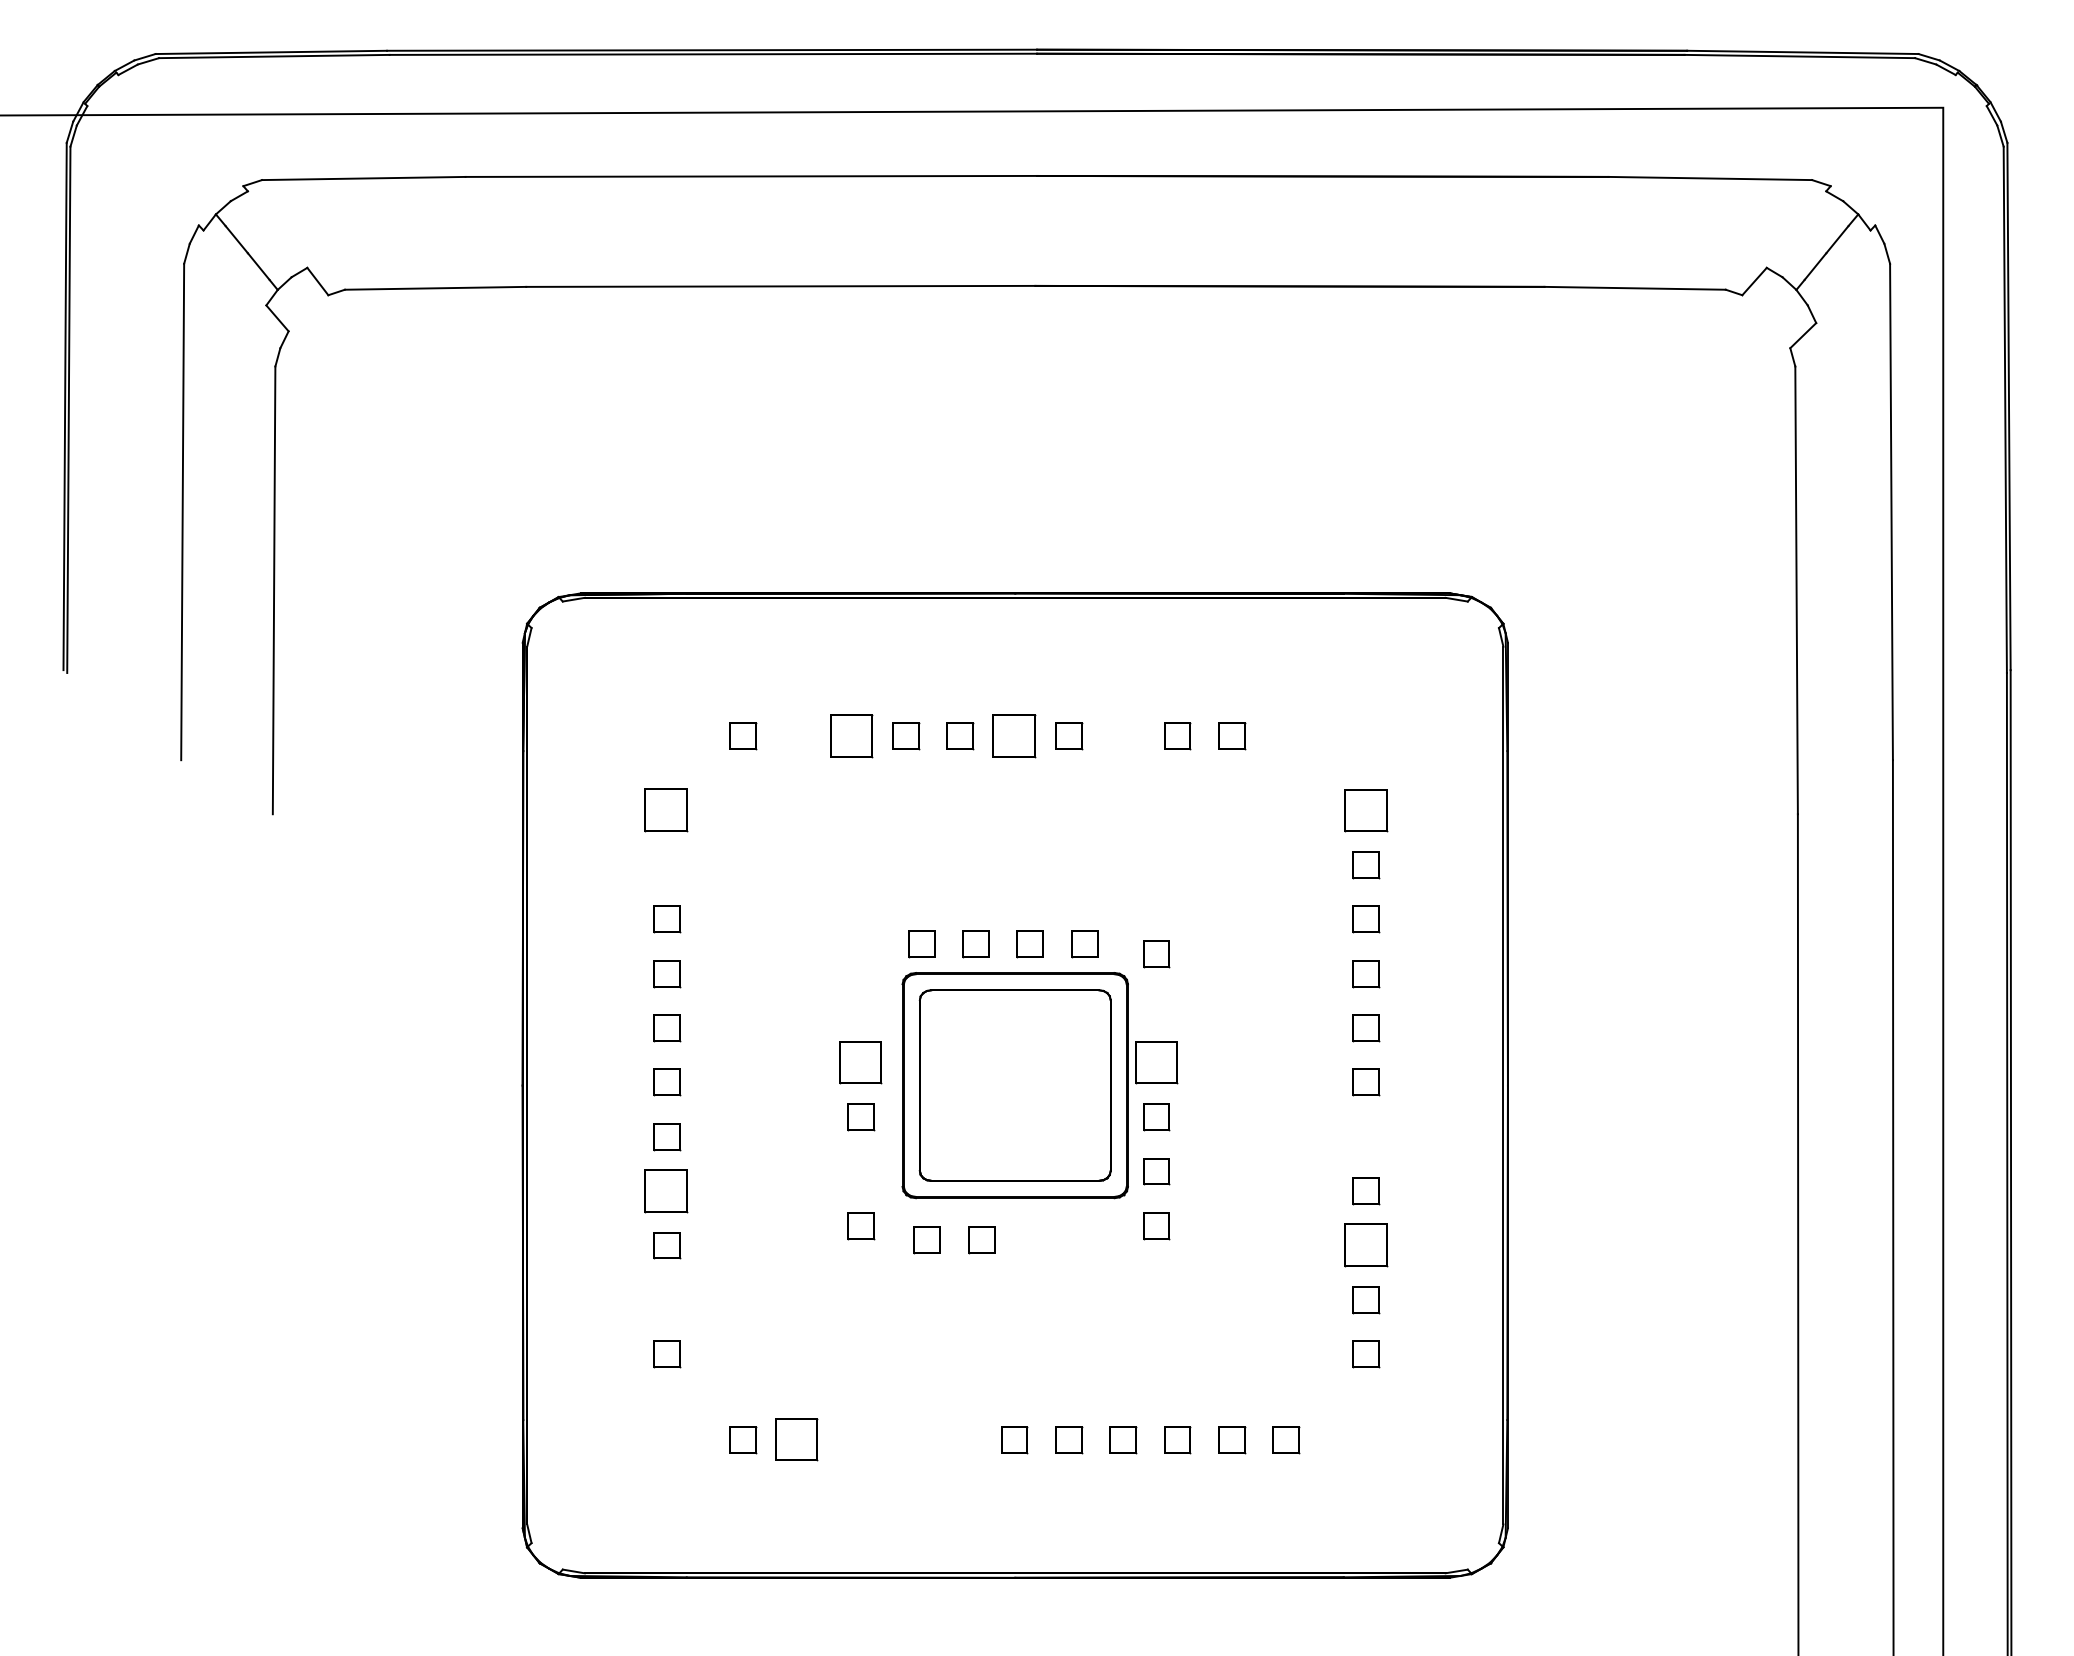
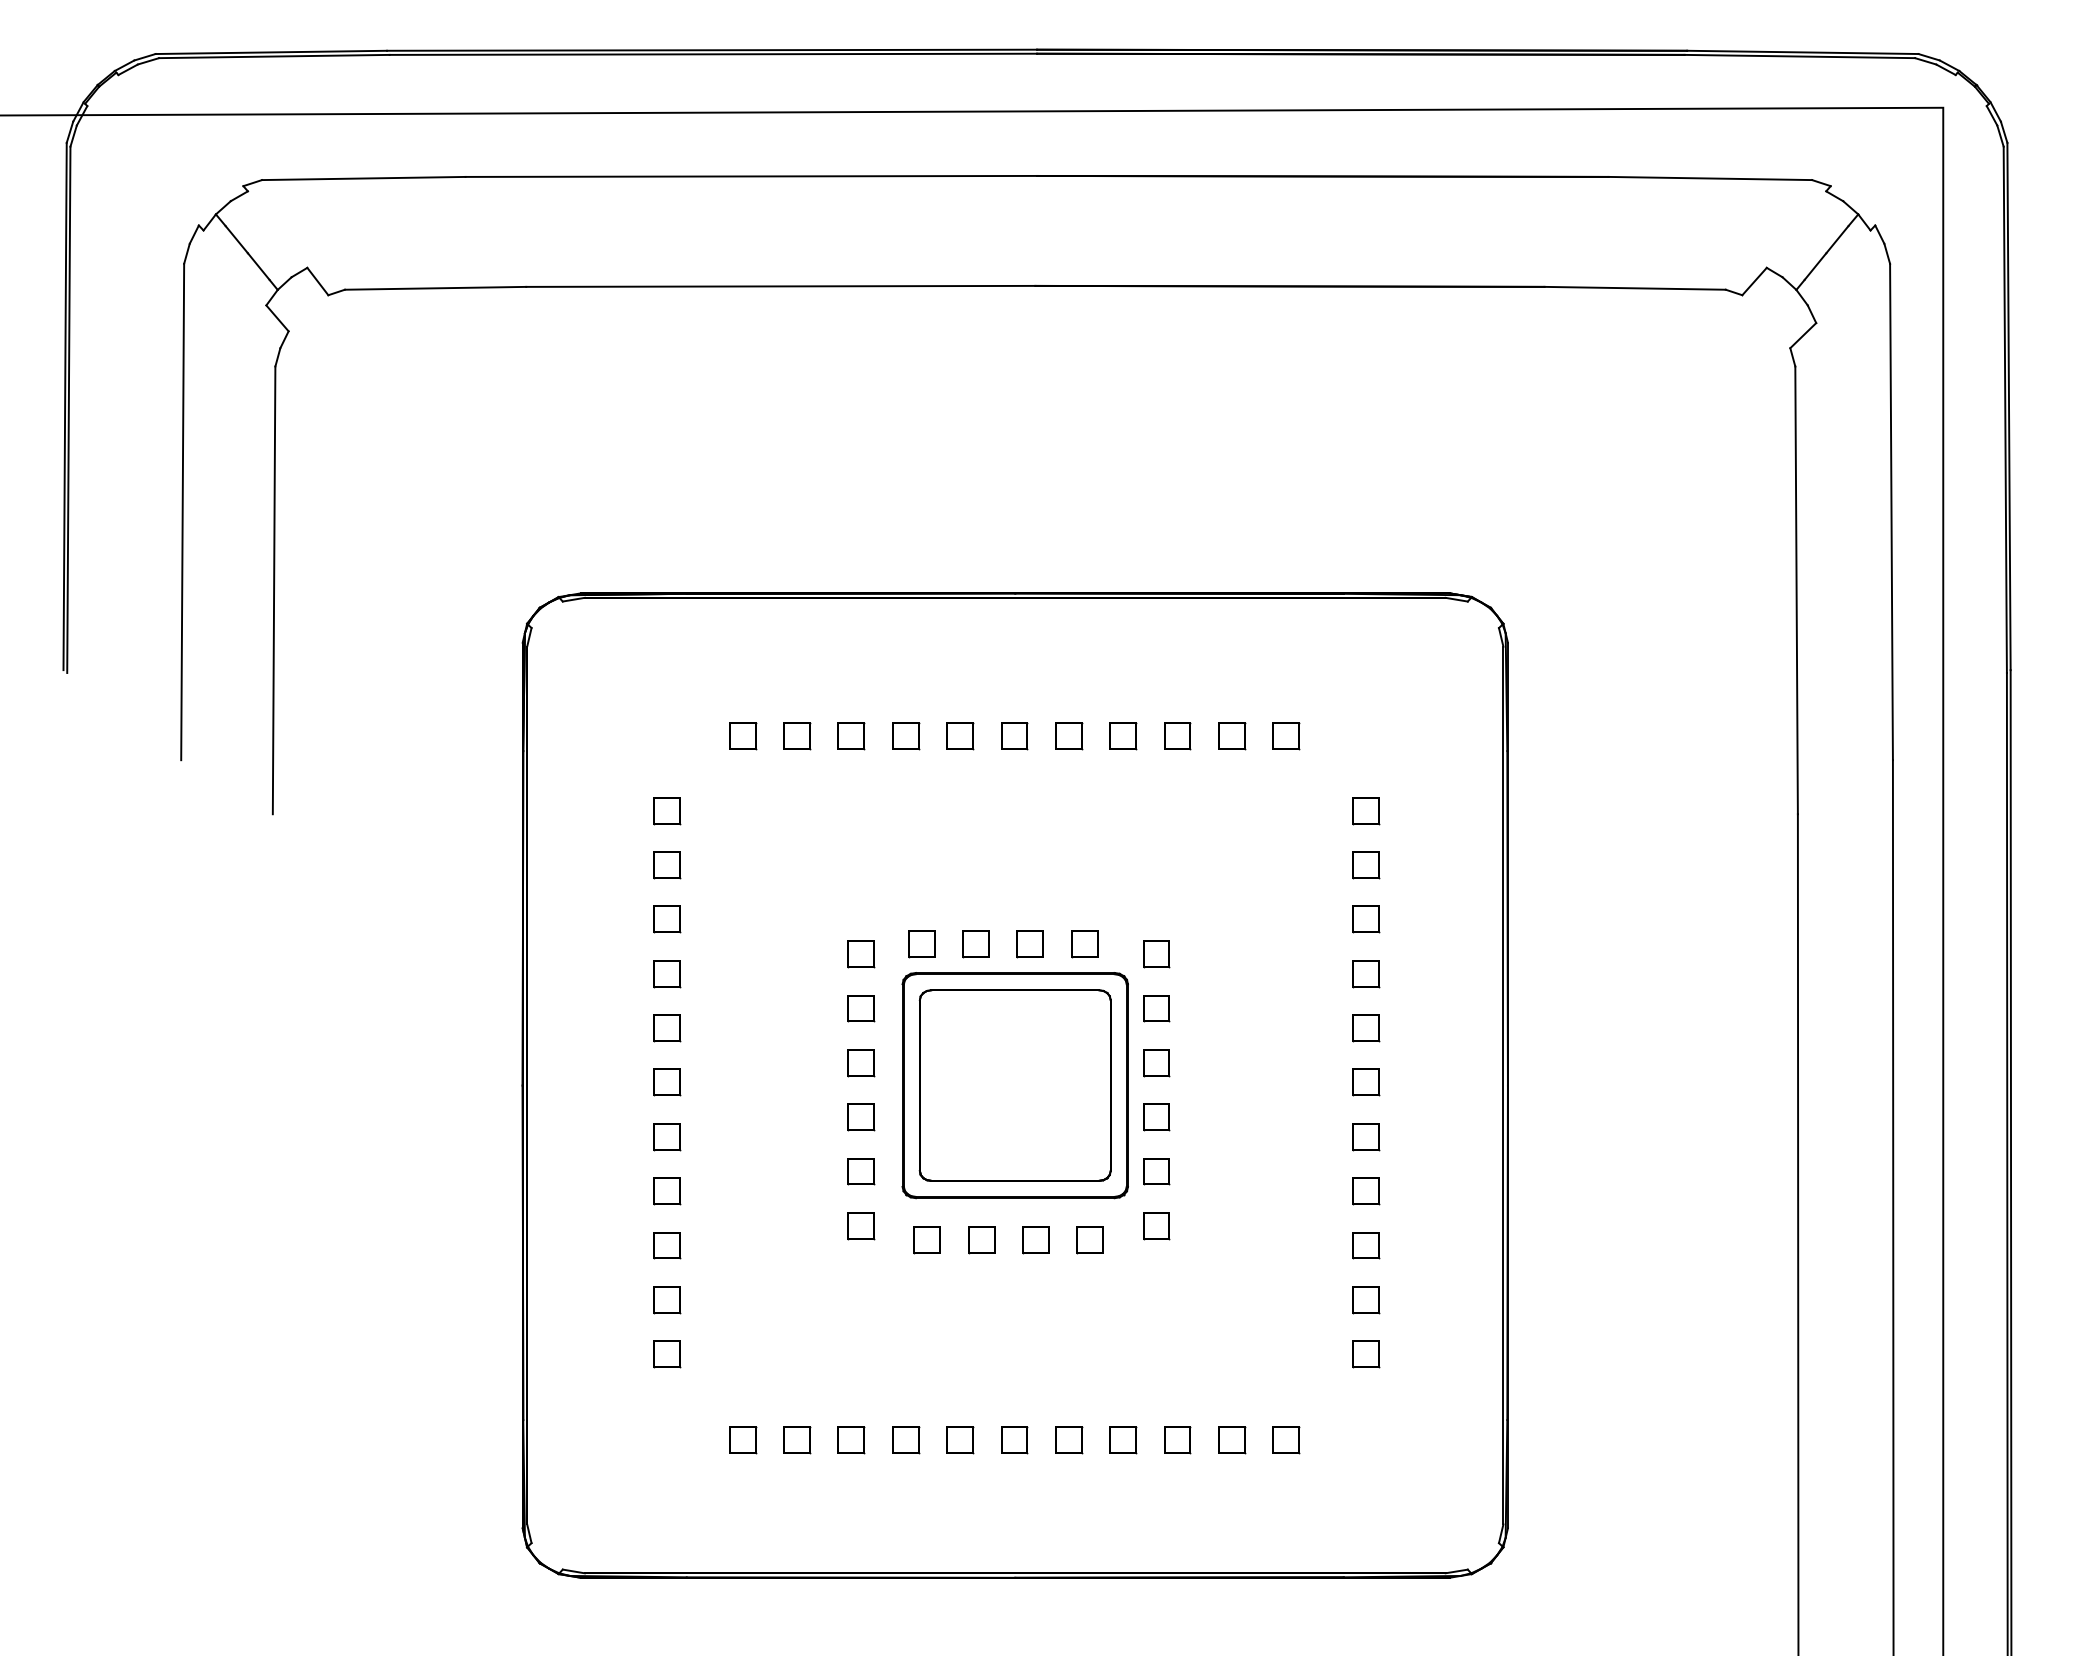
part at (797, 736): none -> present
part at (851, 736) size: 44x45 px -> 29x29 px
part at (1014, 736) size: 45x45 px -> 28x29 px
part at (1123, 736): none -> present
part at (1286, 736): none -> present
part at (666, 810) size: 45x45 px -> 29x29 px
part at (1366, 810) size: 45x44 px -> 29x29 px
part at (667, 865): none -> present
part at (861, 954): none -> present
part at (861, 1008): none -> present
part at (1156, 1008): none -> present
part at (860, 1062) size: 44x44 px -> 29x29 px
part at (1156, 1062) size: 44x44 px -> 28x29 px
part at (1366, 1137): none -> present
part at (861, 1171): none -> present
part at (666, 1191) size: 45x45 px -> 29x29 px
part at (1035, 1240): none -> present
part at (1089, 1240): none -> present
part at (1366, 1245) size: 45x45 px -> 29x28 px
part at (667, 1300): none -> present
part at (796, 1439) size: 44x44 px -> 29x29 px
part at (851, 1440): none -> present
part at (906, 1440): none -> present
part at (960, 1440): none -> present
